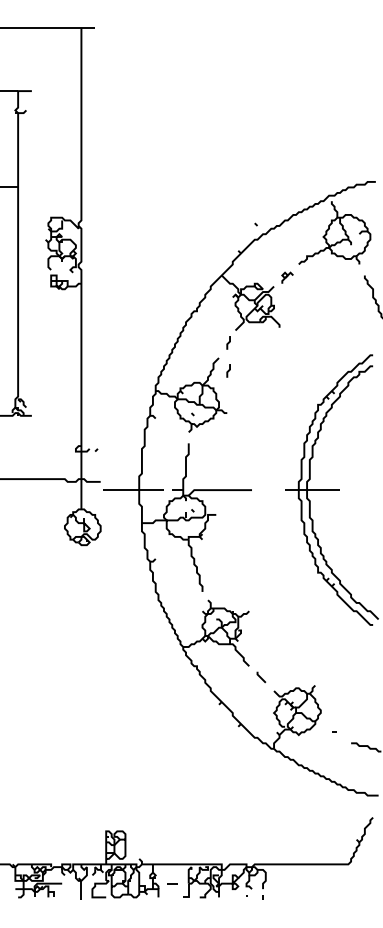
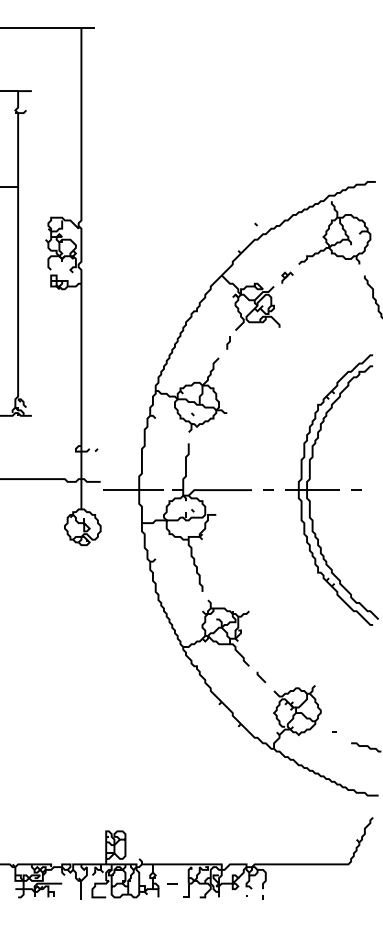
line at (228, 370): present -> none
line at (268, 489): none -> present
line at (356, 489): none -> present
